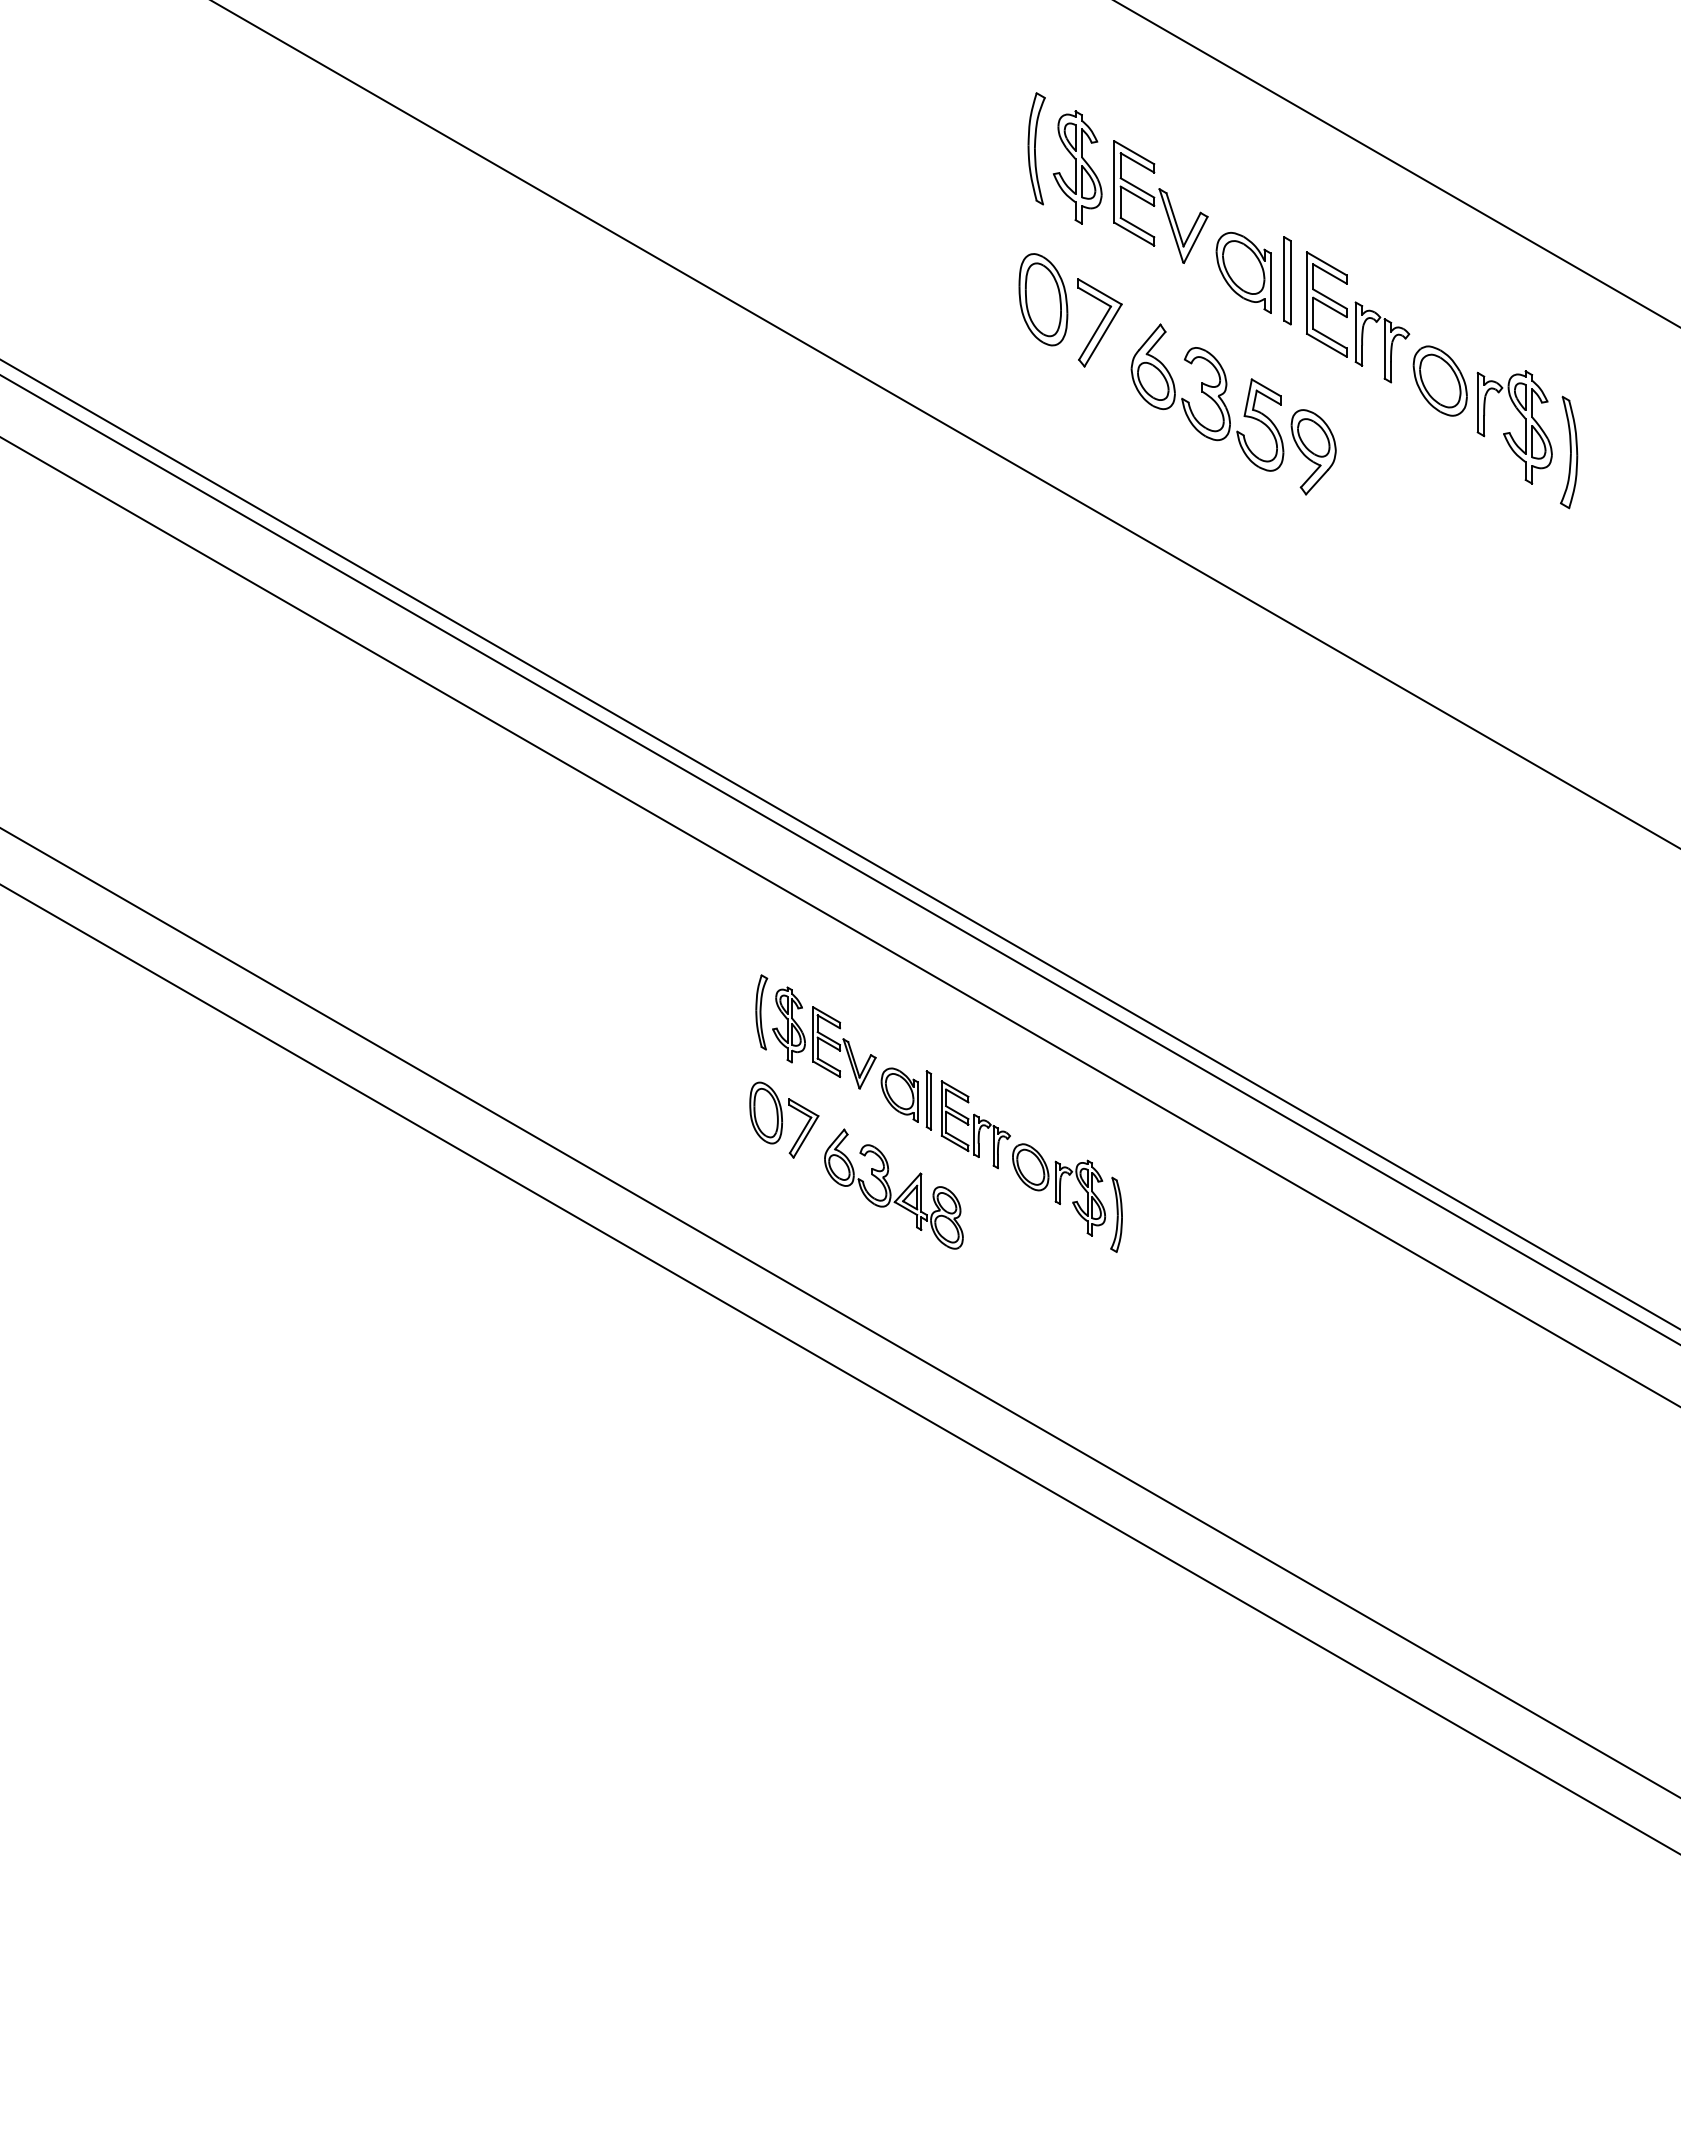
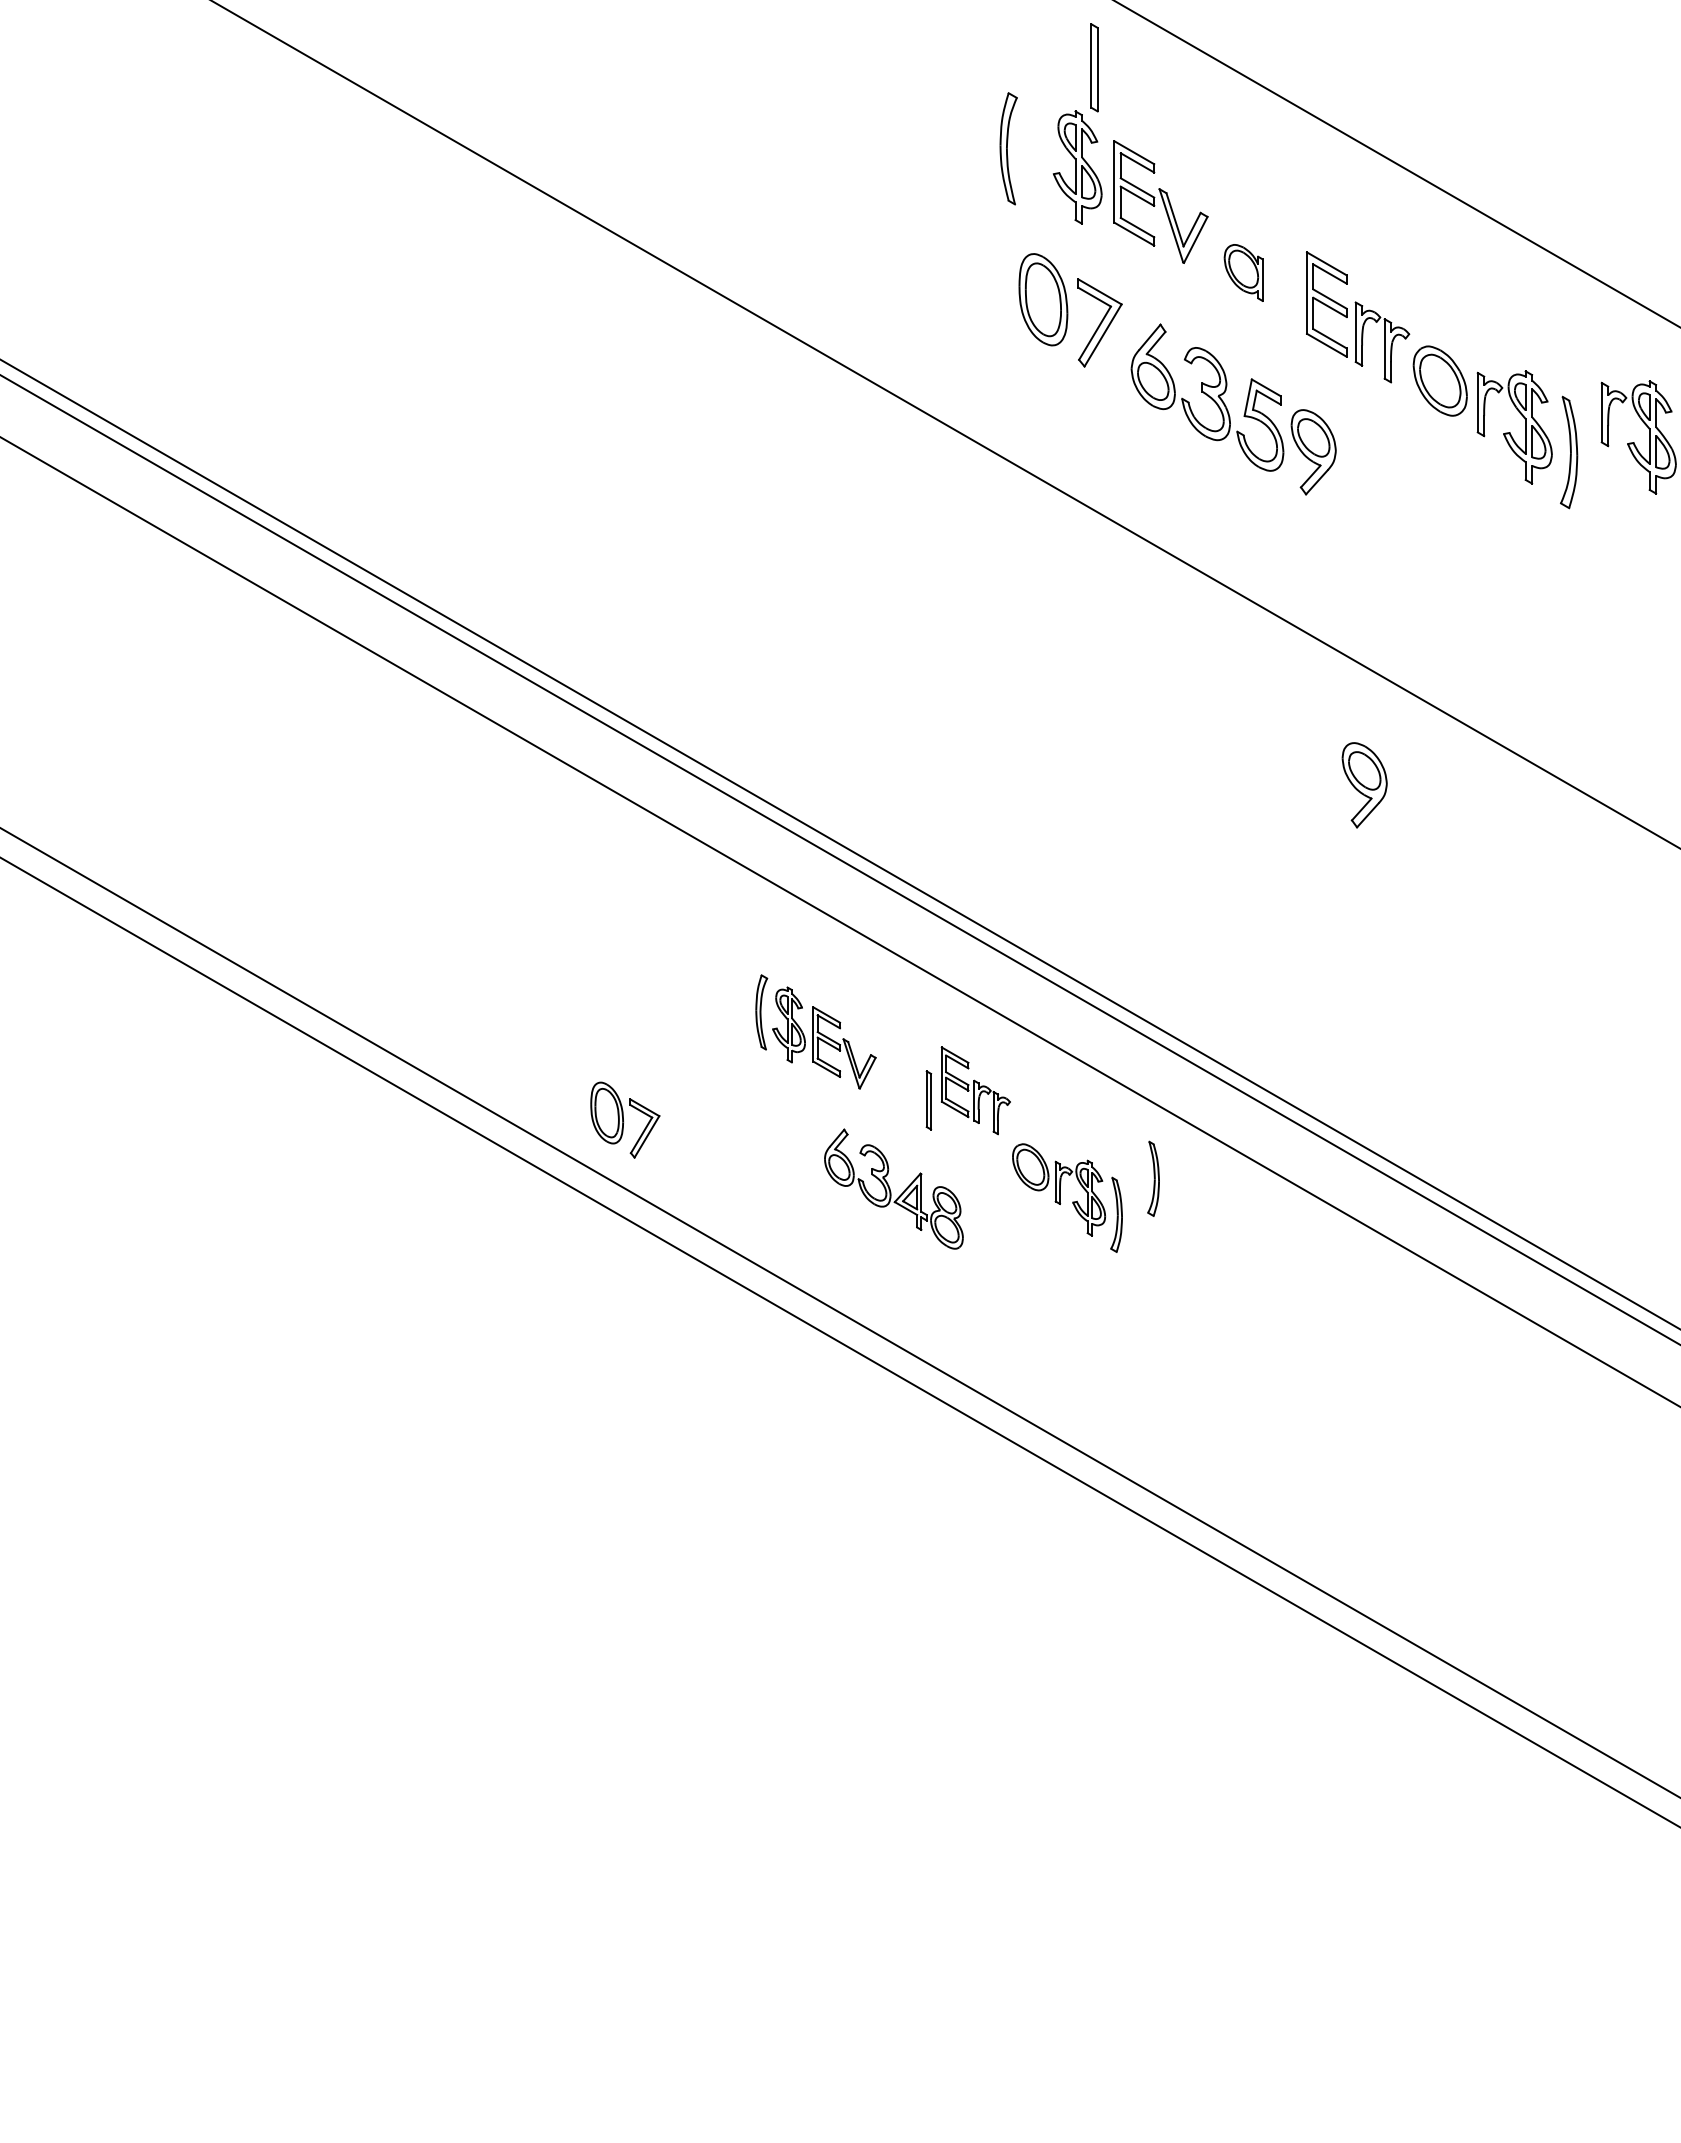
part at (1036, 148) position: (1036, 148) -> (1008, 148)
part at (1243, 272) size: 57x82 px -> 41x58 px
part at (1287, 280) position: (1287, 280) -> (1094, 67)
part at (1634, 442): none -> present
part at (1364, 785): none -> present
part at (899, 1094): present -> none
part at (784, 1119) position: (784, 1119) -> (625, 1119)
part at (975, 1124) position: (975, 1124) -> (975, 1090)
part at (1153, 1178): none -> present
line at (839, 1368) position: (839, 1368) -> (839, 1342)
